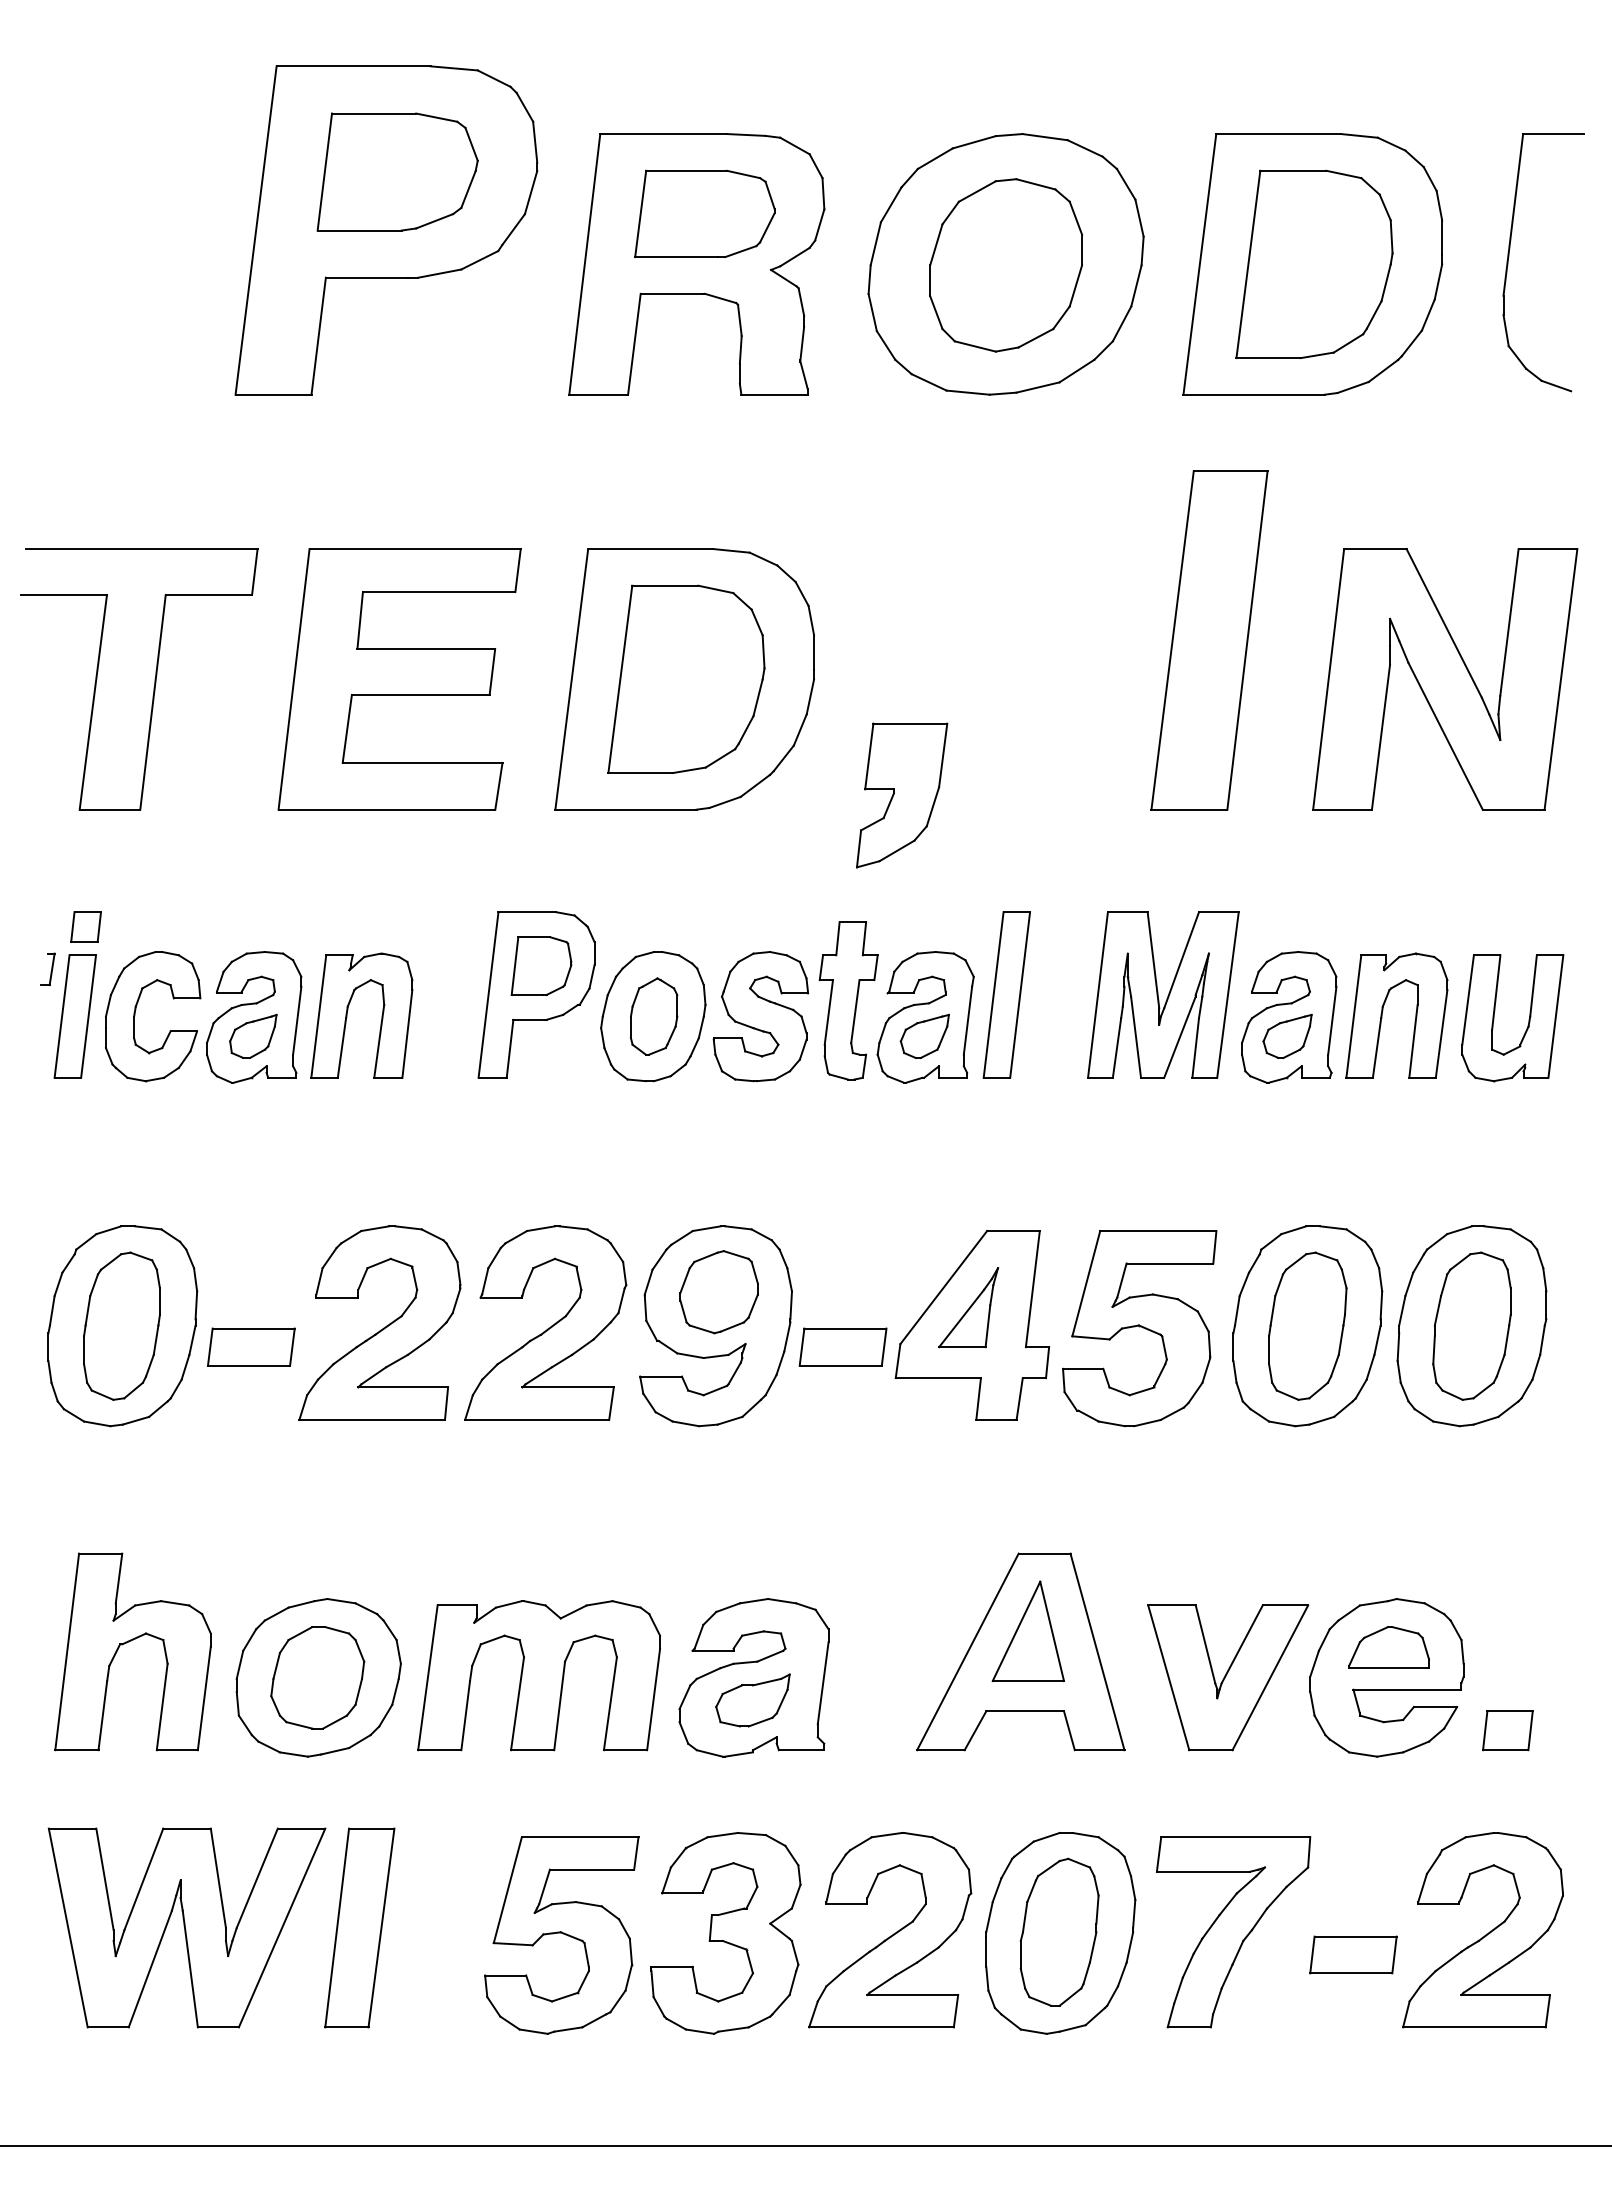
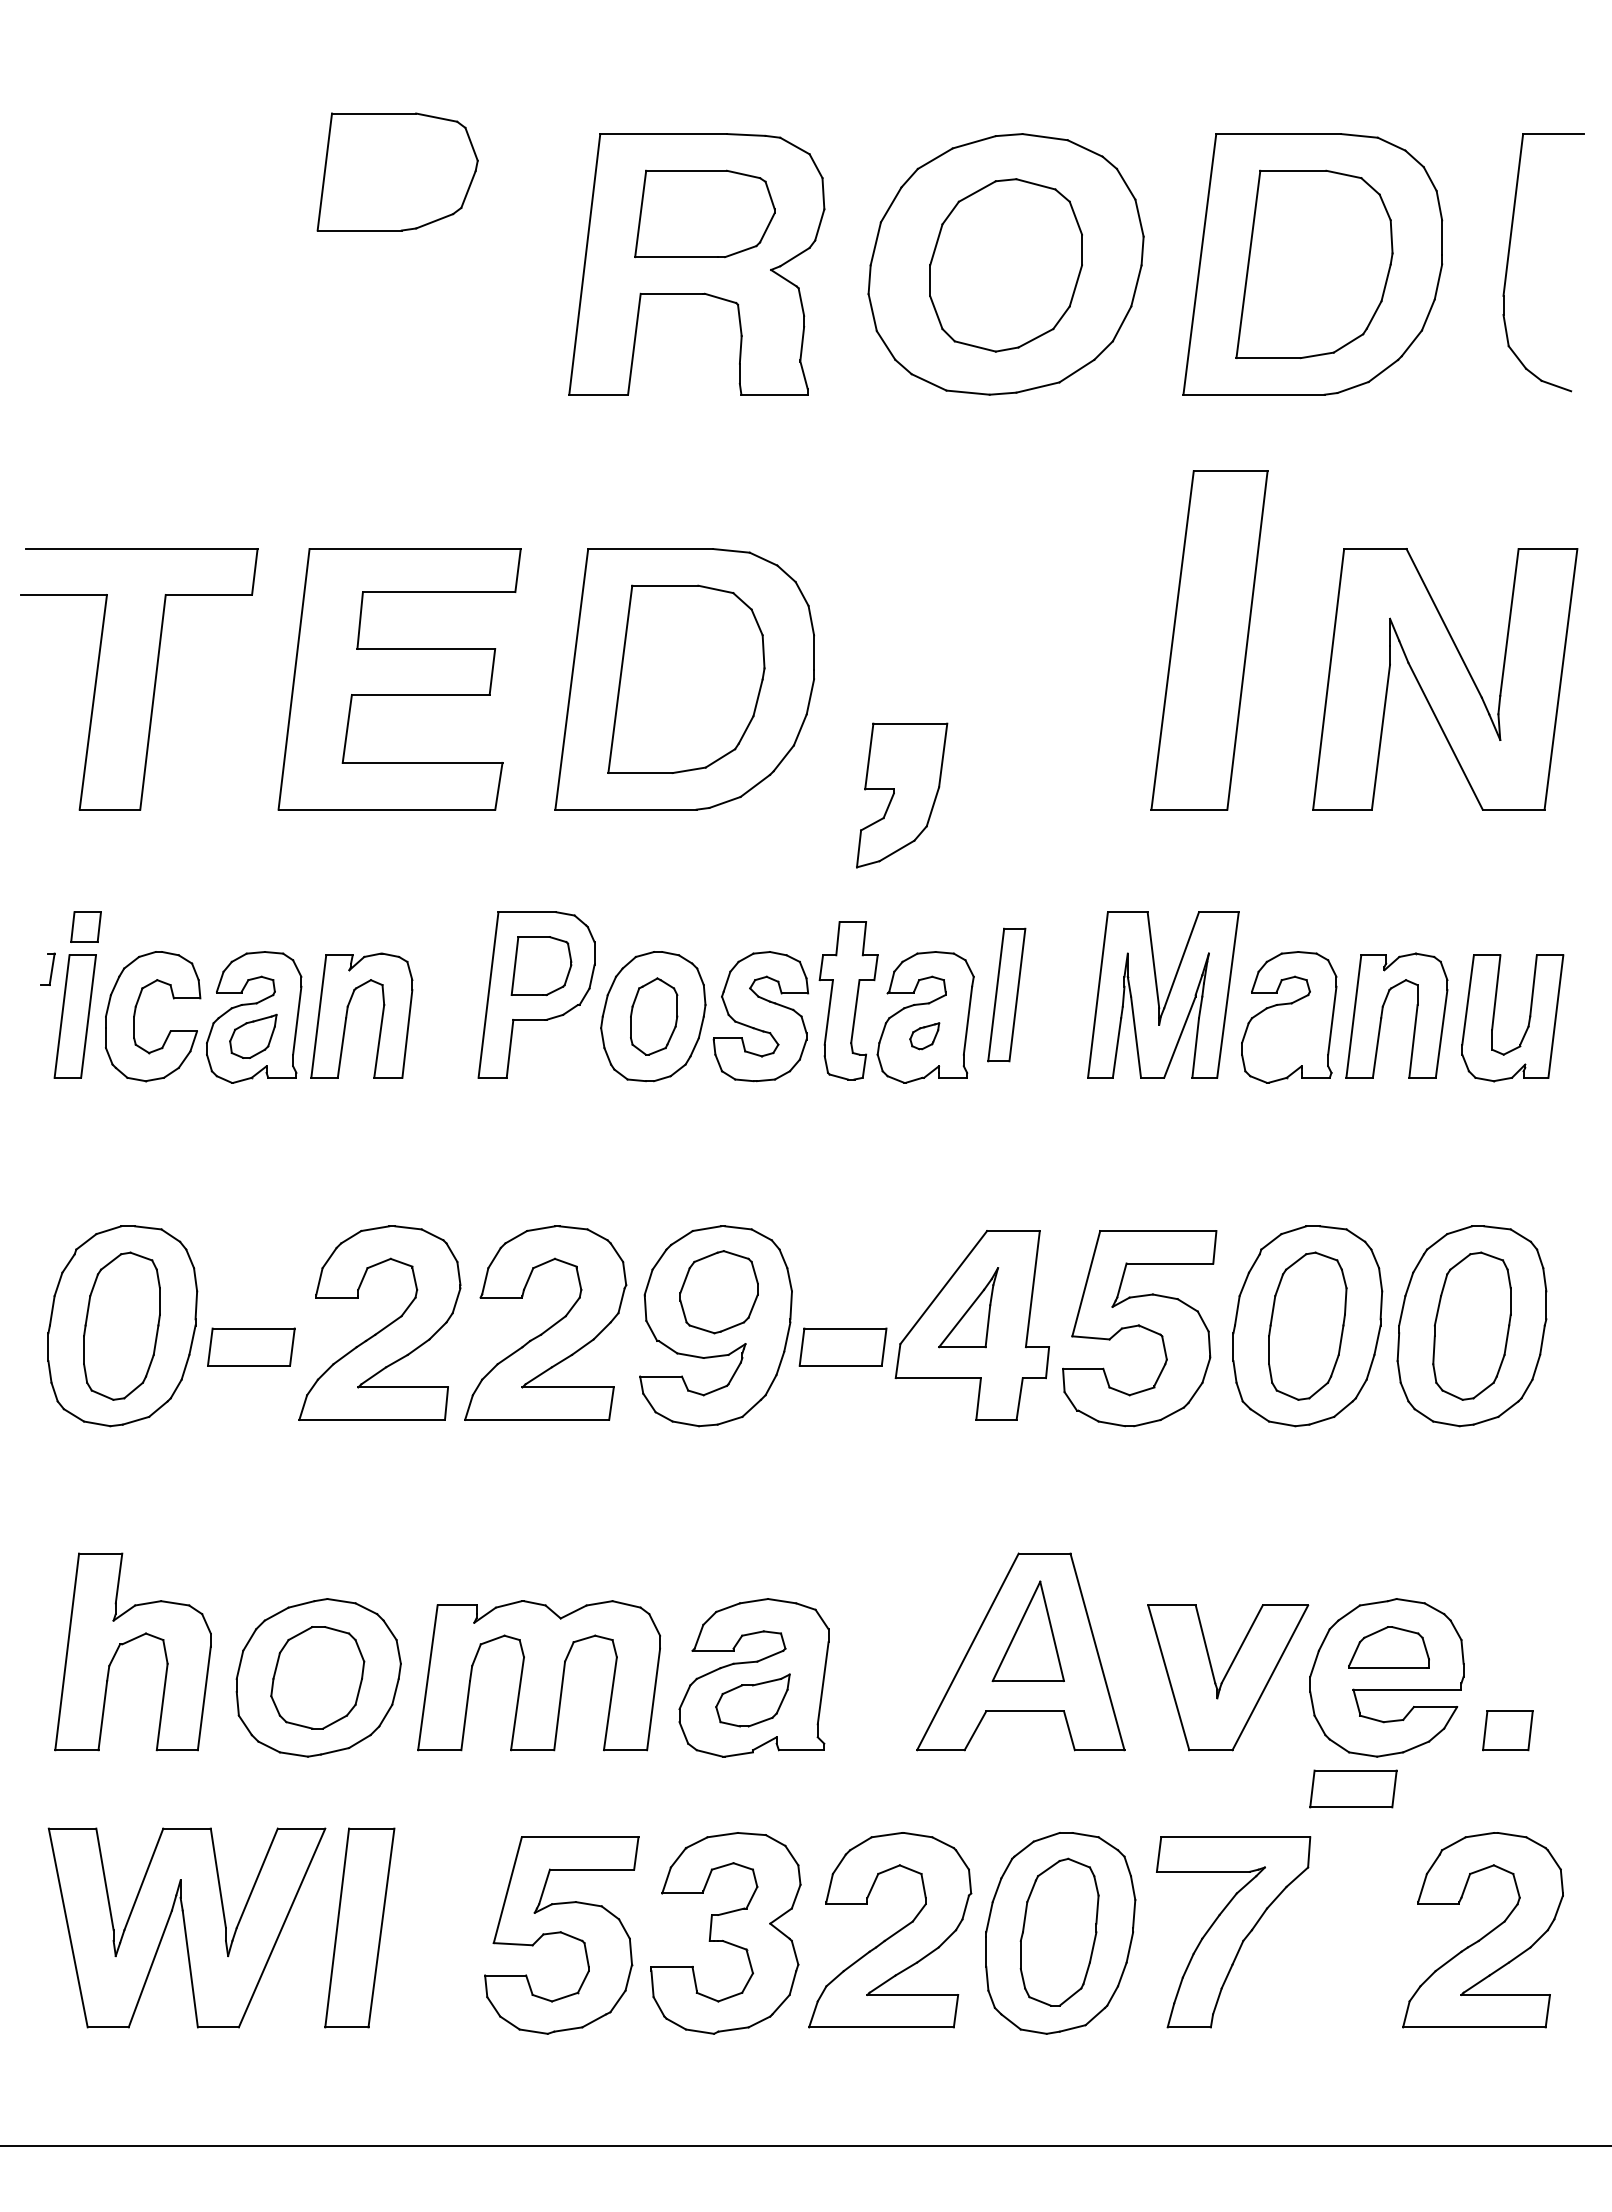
part at (386, 230): present -> none
part at (1006, 994) size: 49x168 px -> 40x136 px
part at (924, 1035) size: 51x46 px -> 32x29 px
part at (1287, 1035): present -> none
part at (1353, 1954) position: (1353, 1954) -> (1353, 1788)
